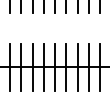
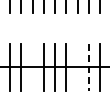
line at (32, 67): present -> none
line at (77, 67): present -> none
line at (88, 68): solid -> dashed
